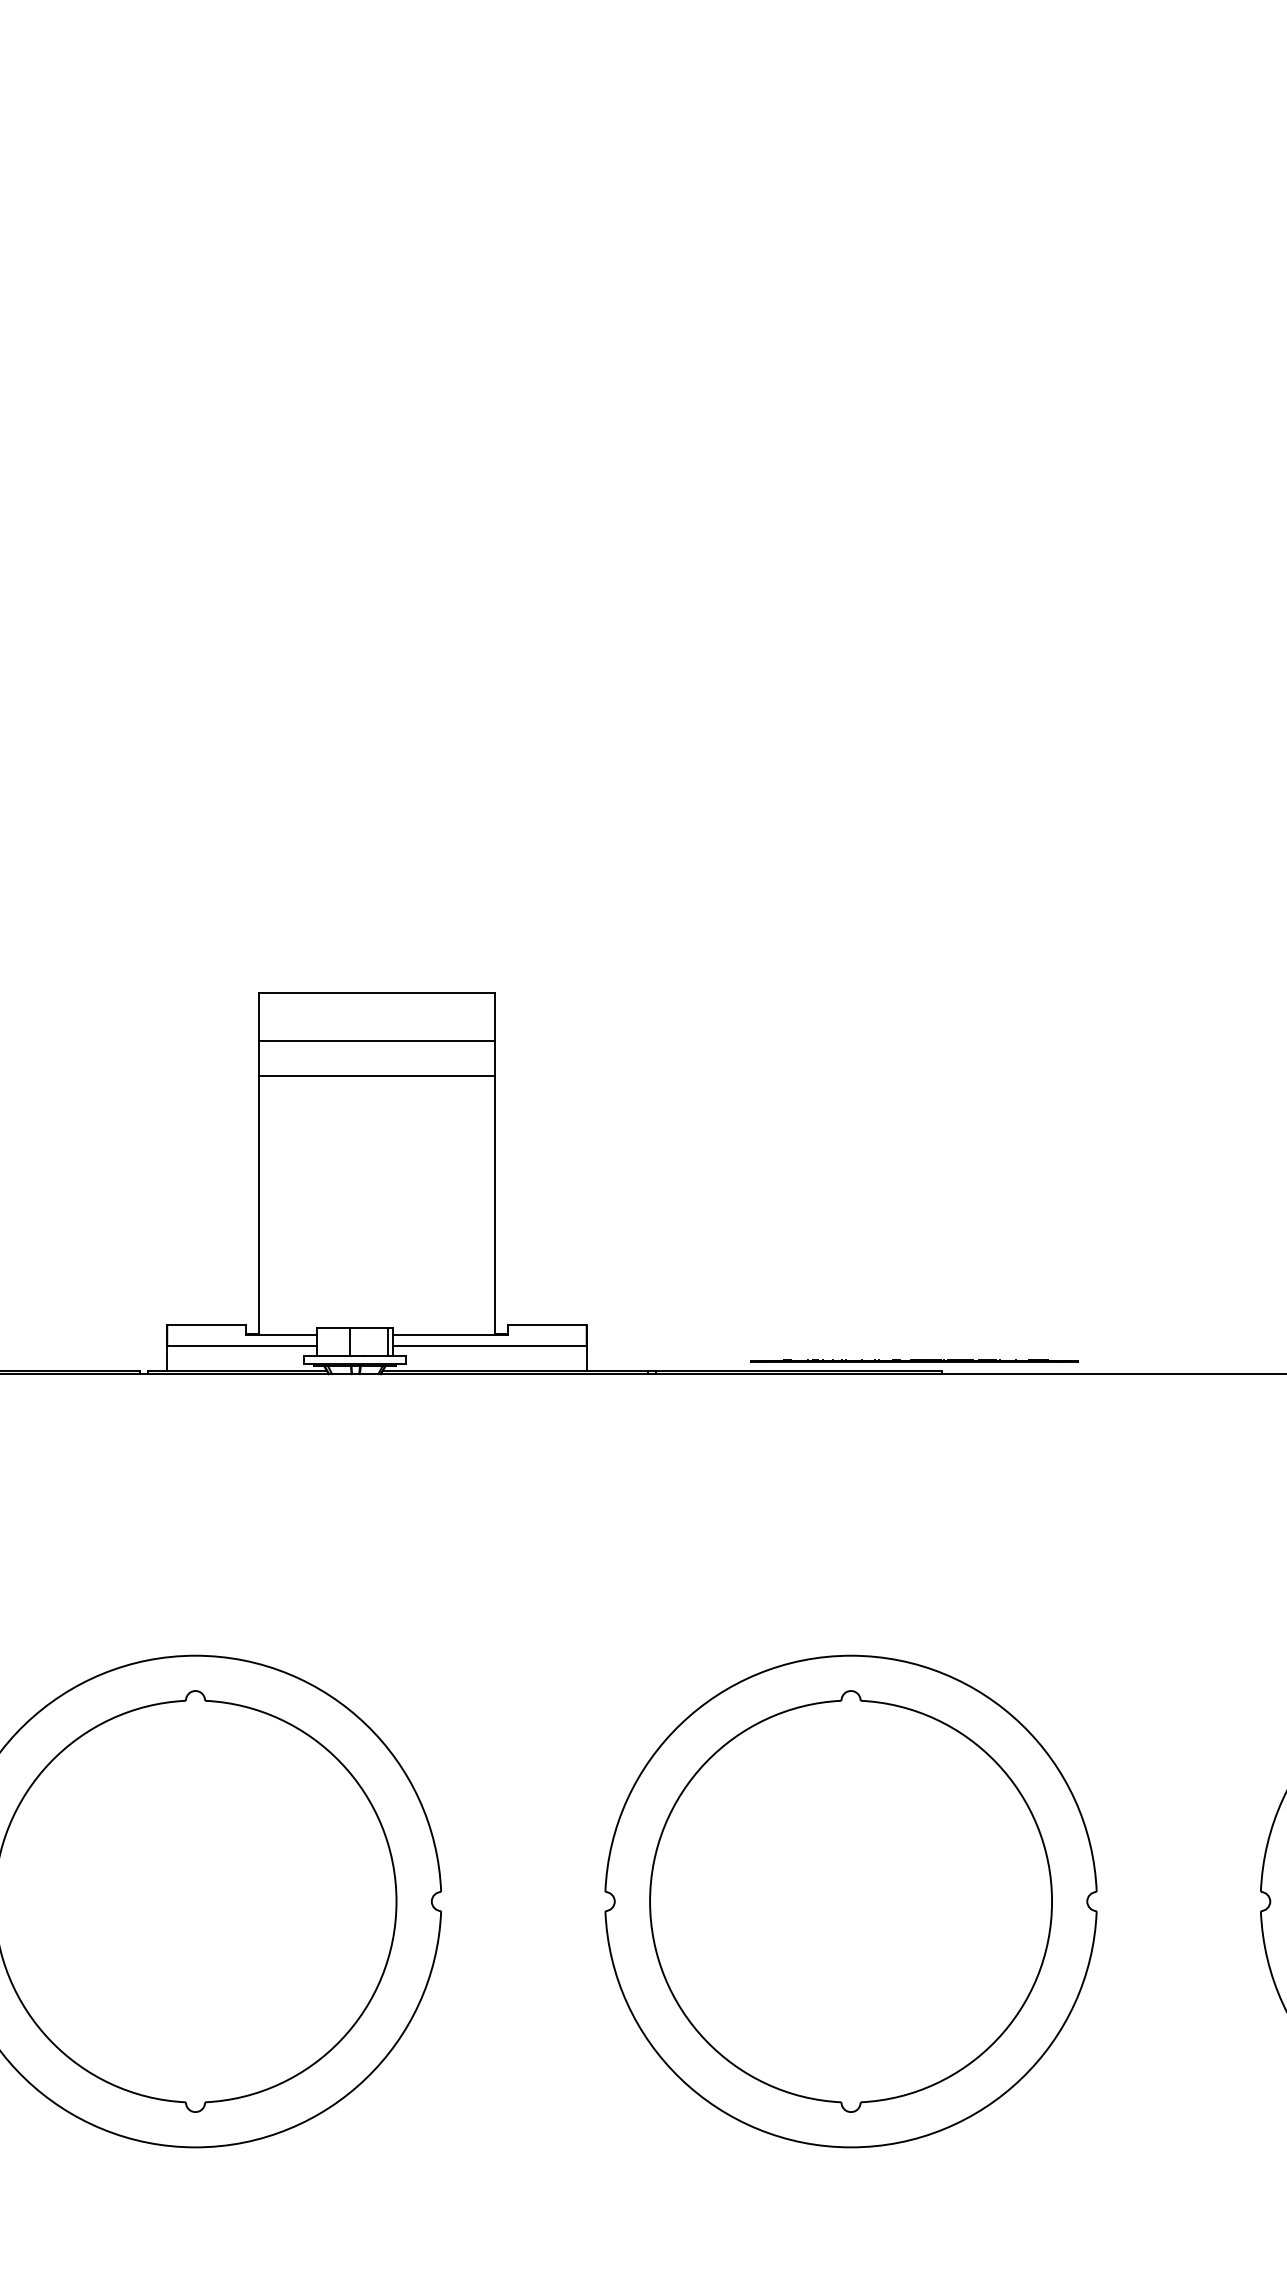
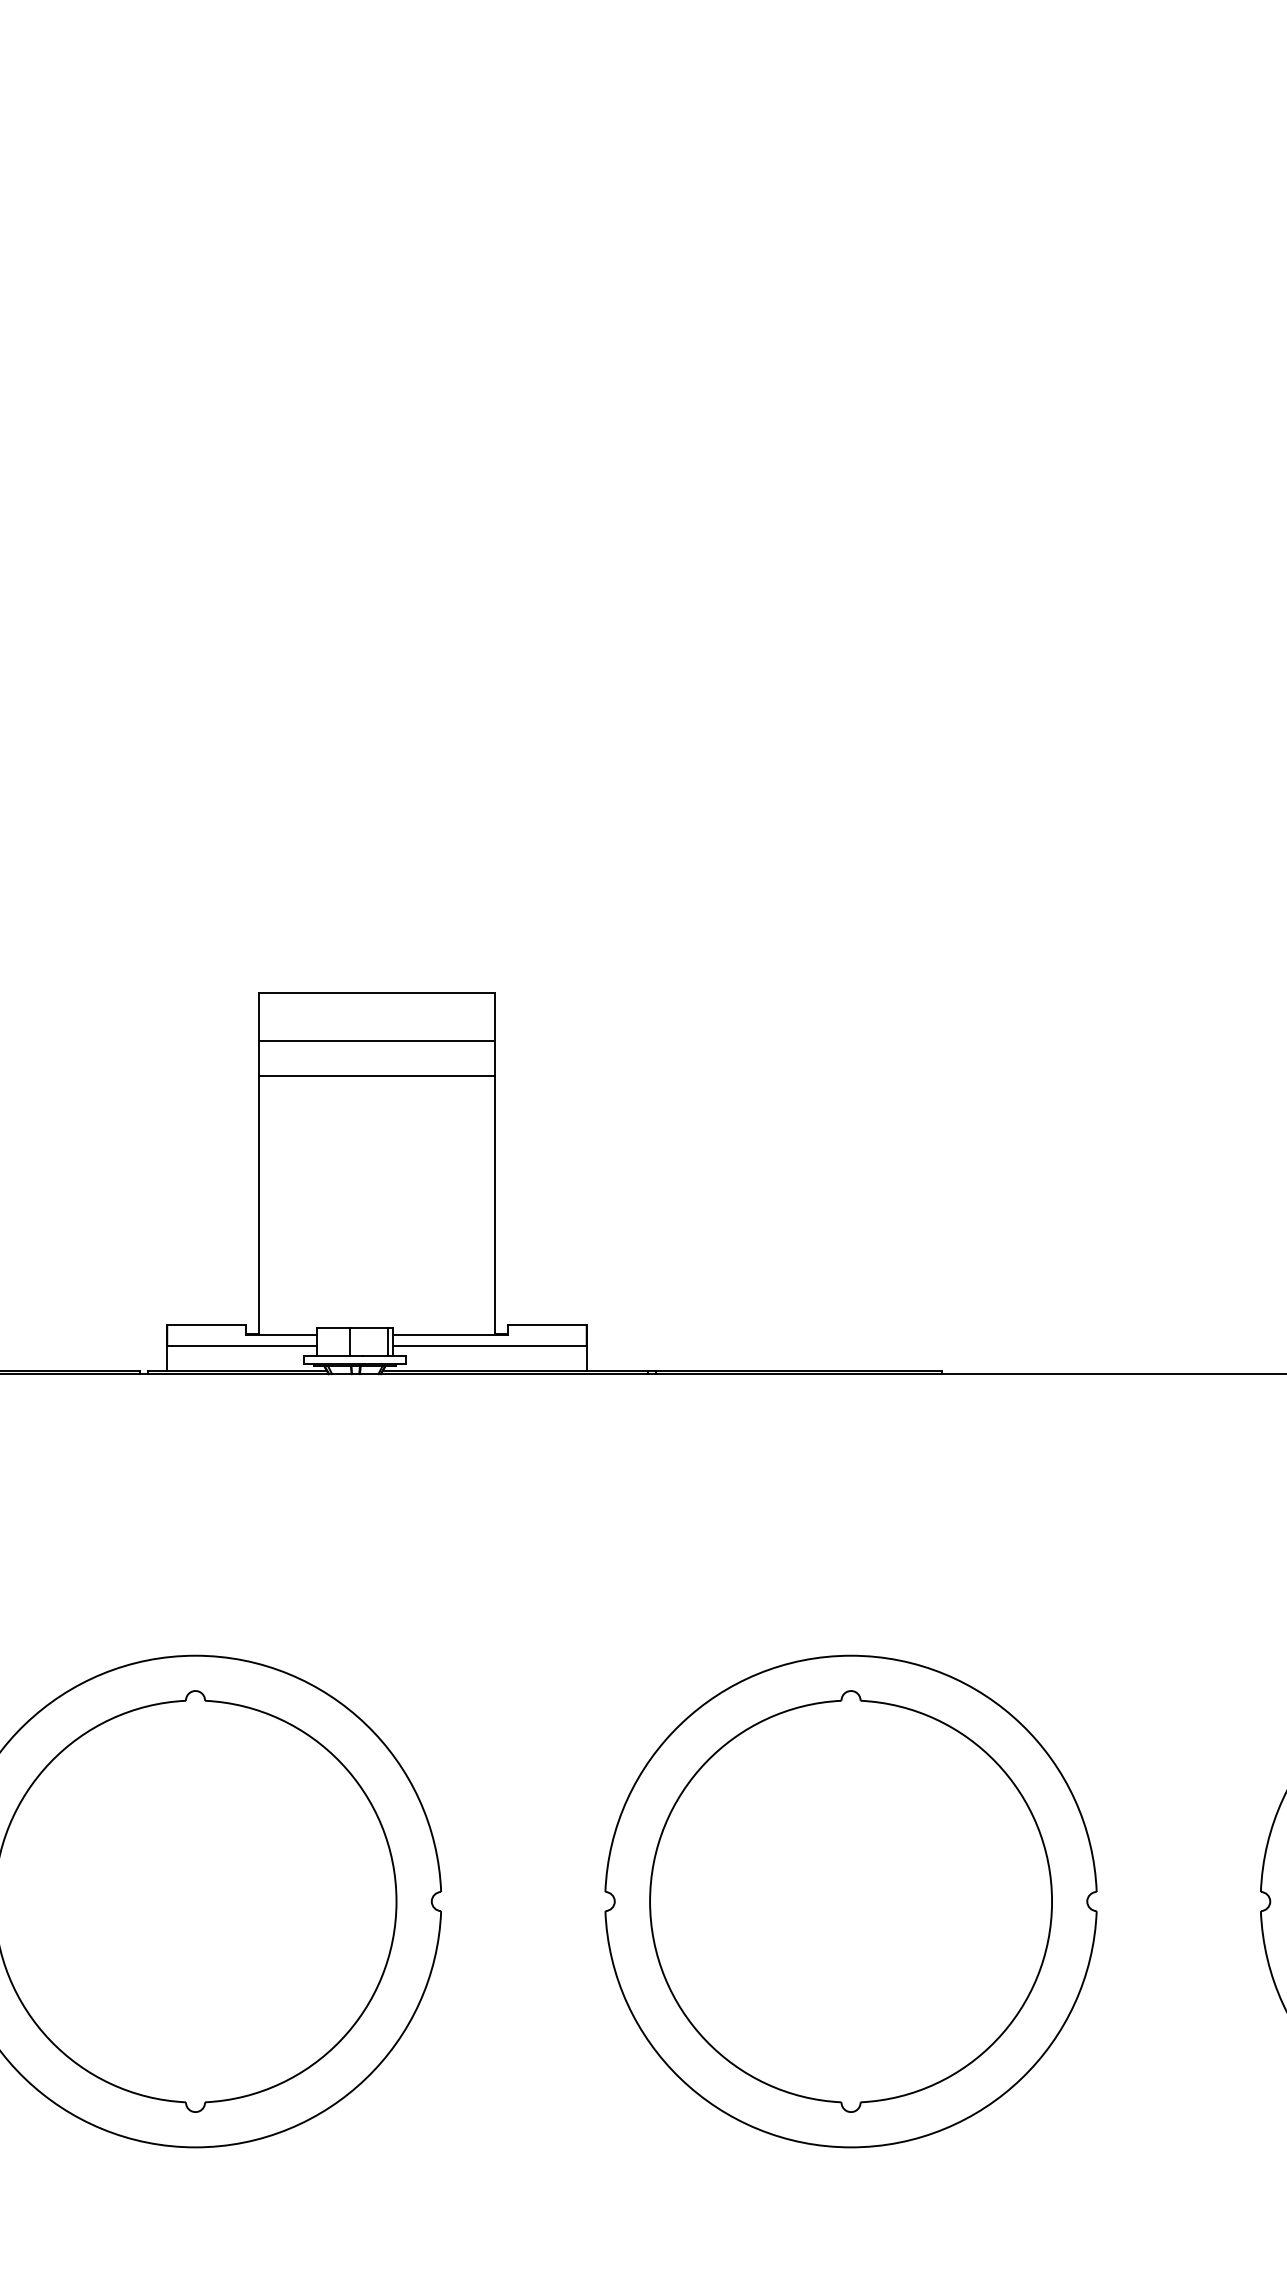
line at (914, 1360): present -> none
